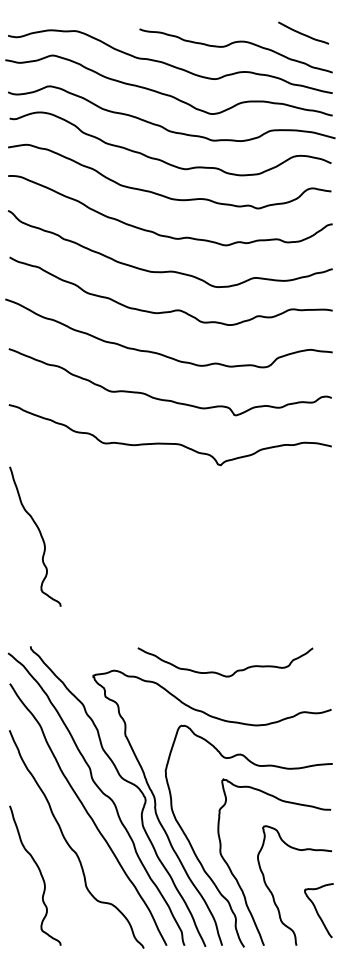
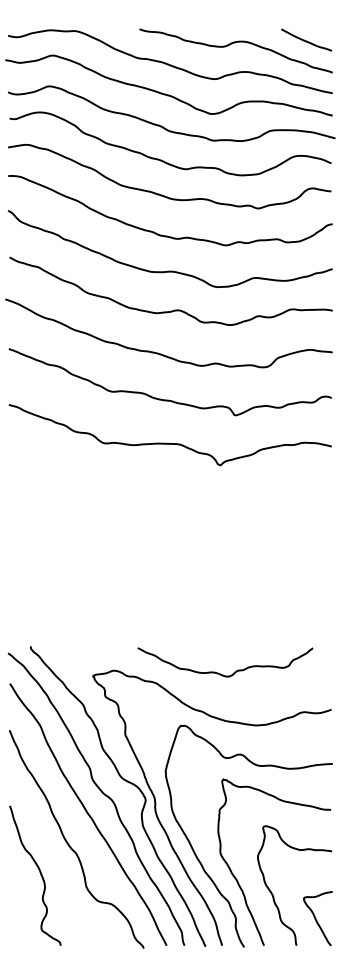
curve at (303, 33) position: (303, 33) -> (306, 40)
curve at (39, 533): present -> none
curve at (317, 910) position: (317, 910) -> (316, 918)
